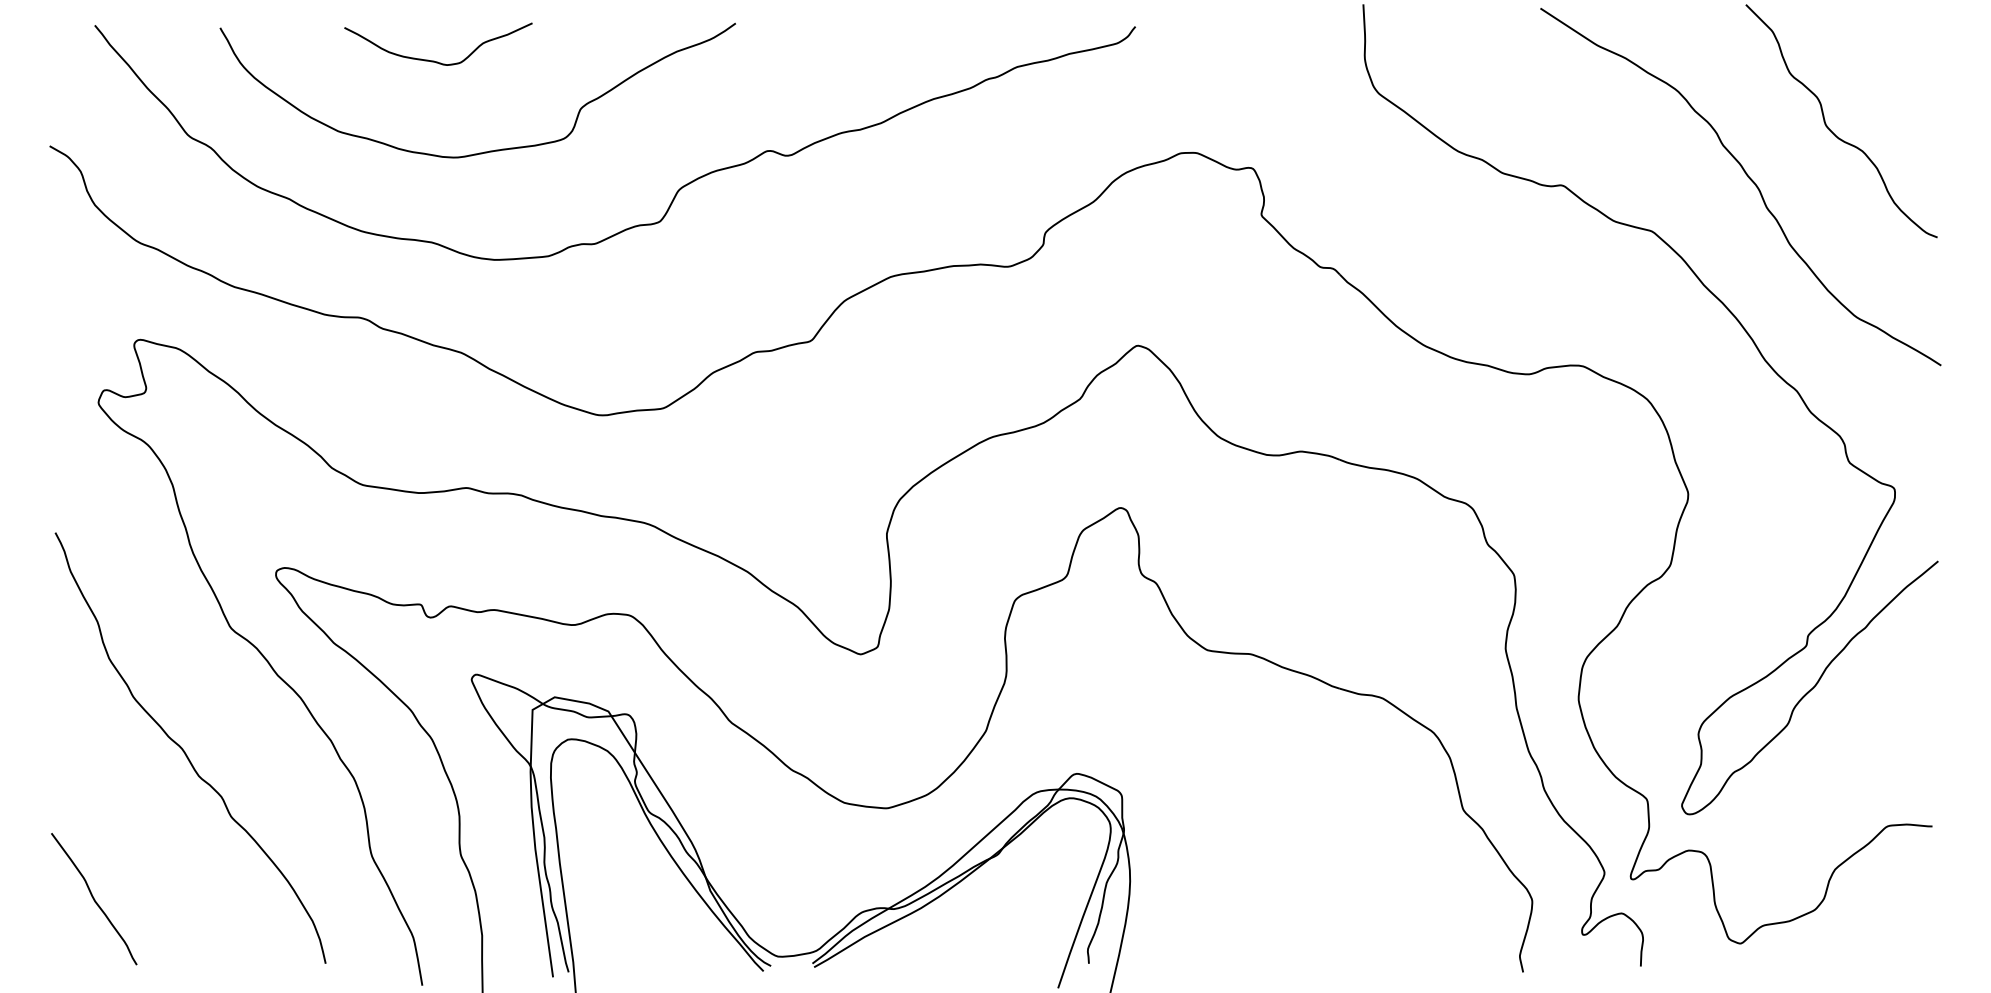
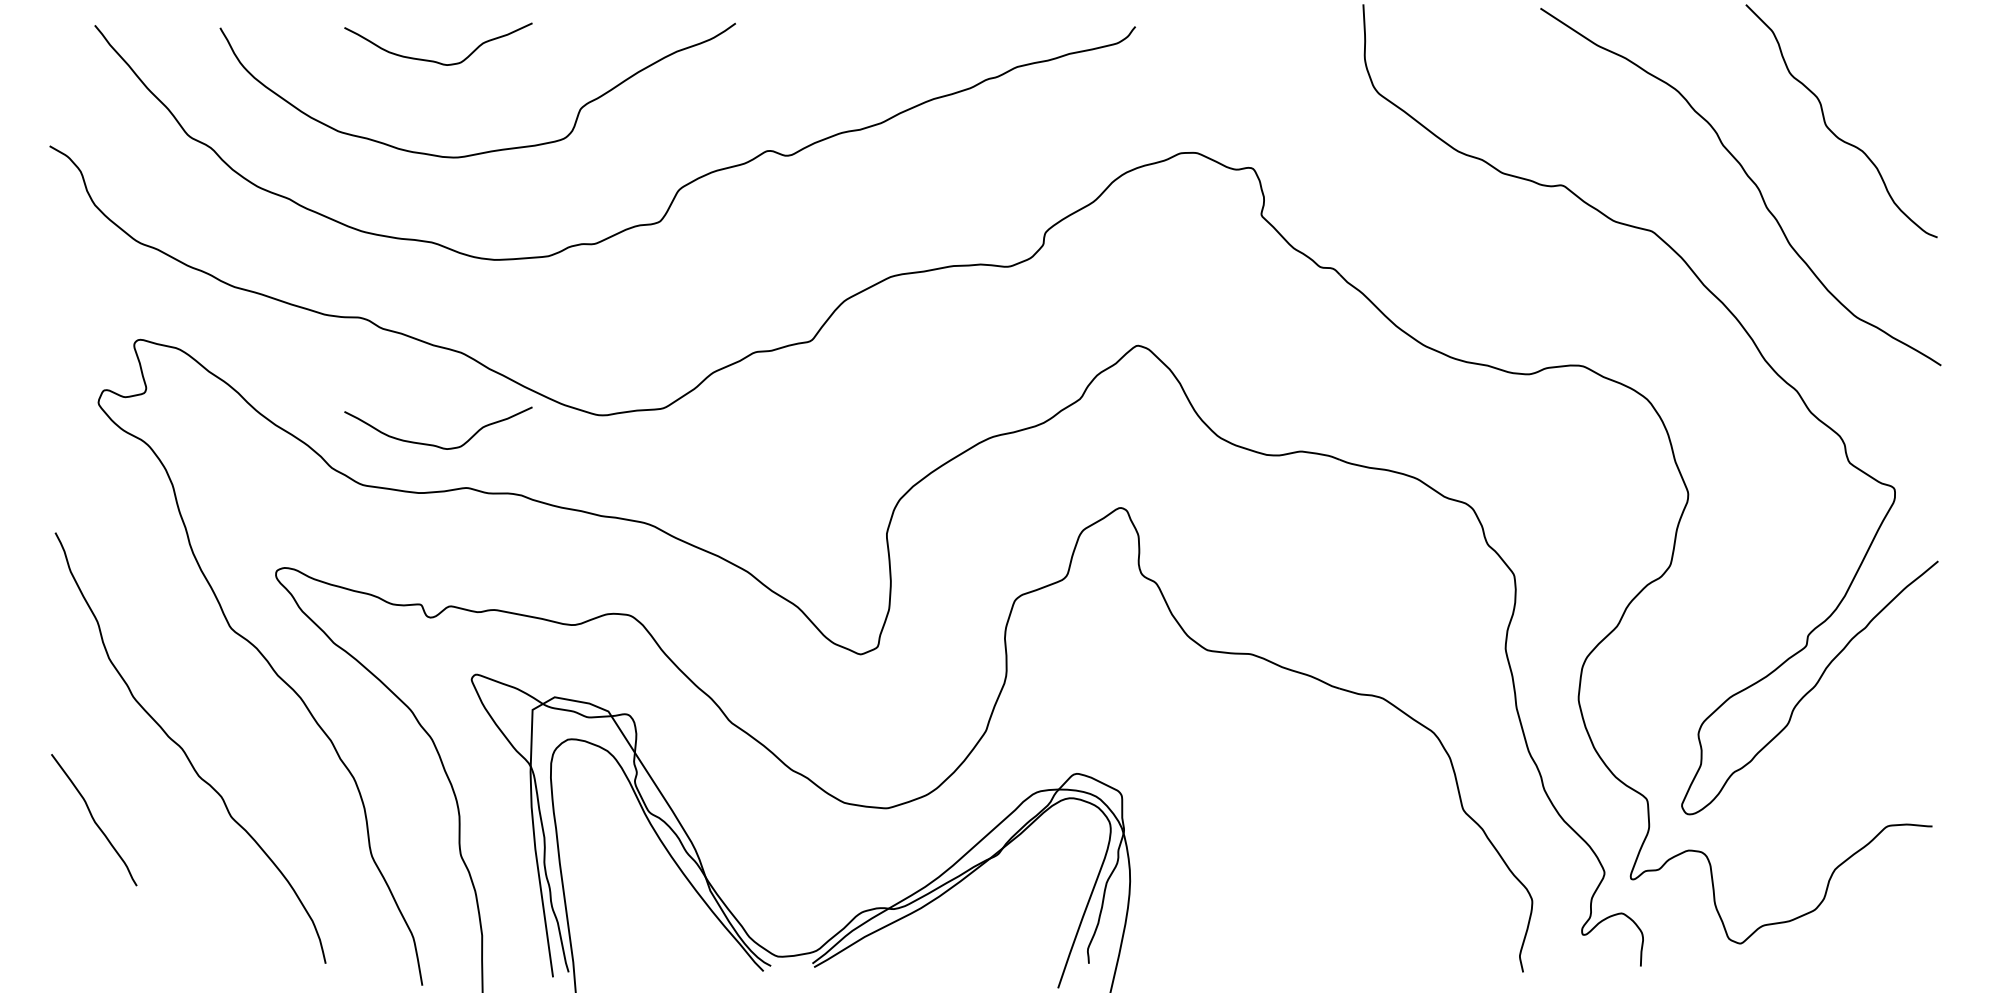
curve at (434, 444): none -> present
curve at (94, 899) position: (94, 899) -> (94, 820)
